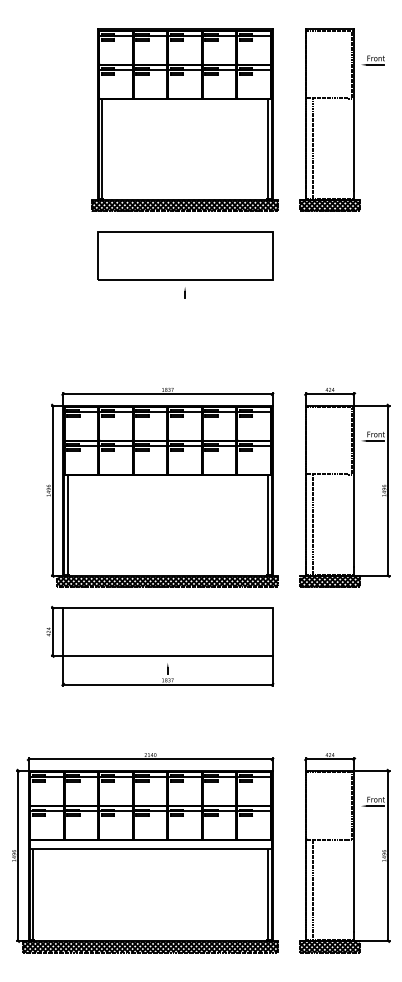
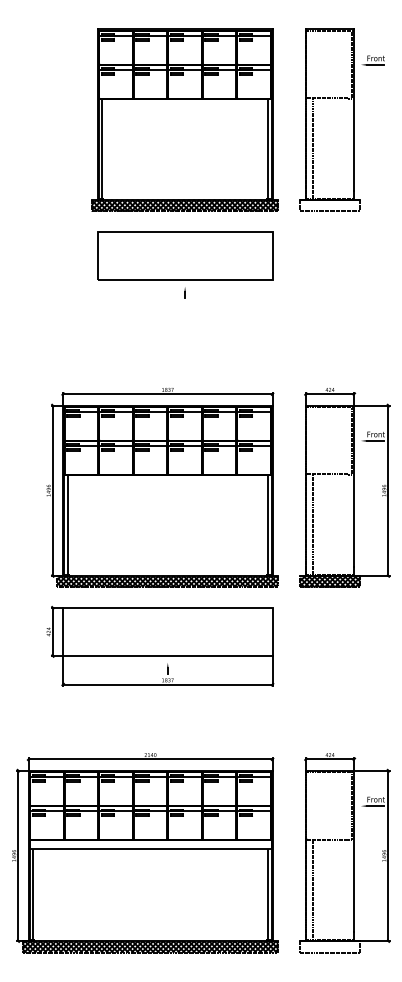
hatch at (329, 205): present -> none
hatch at (329, 946): present -> none
